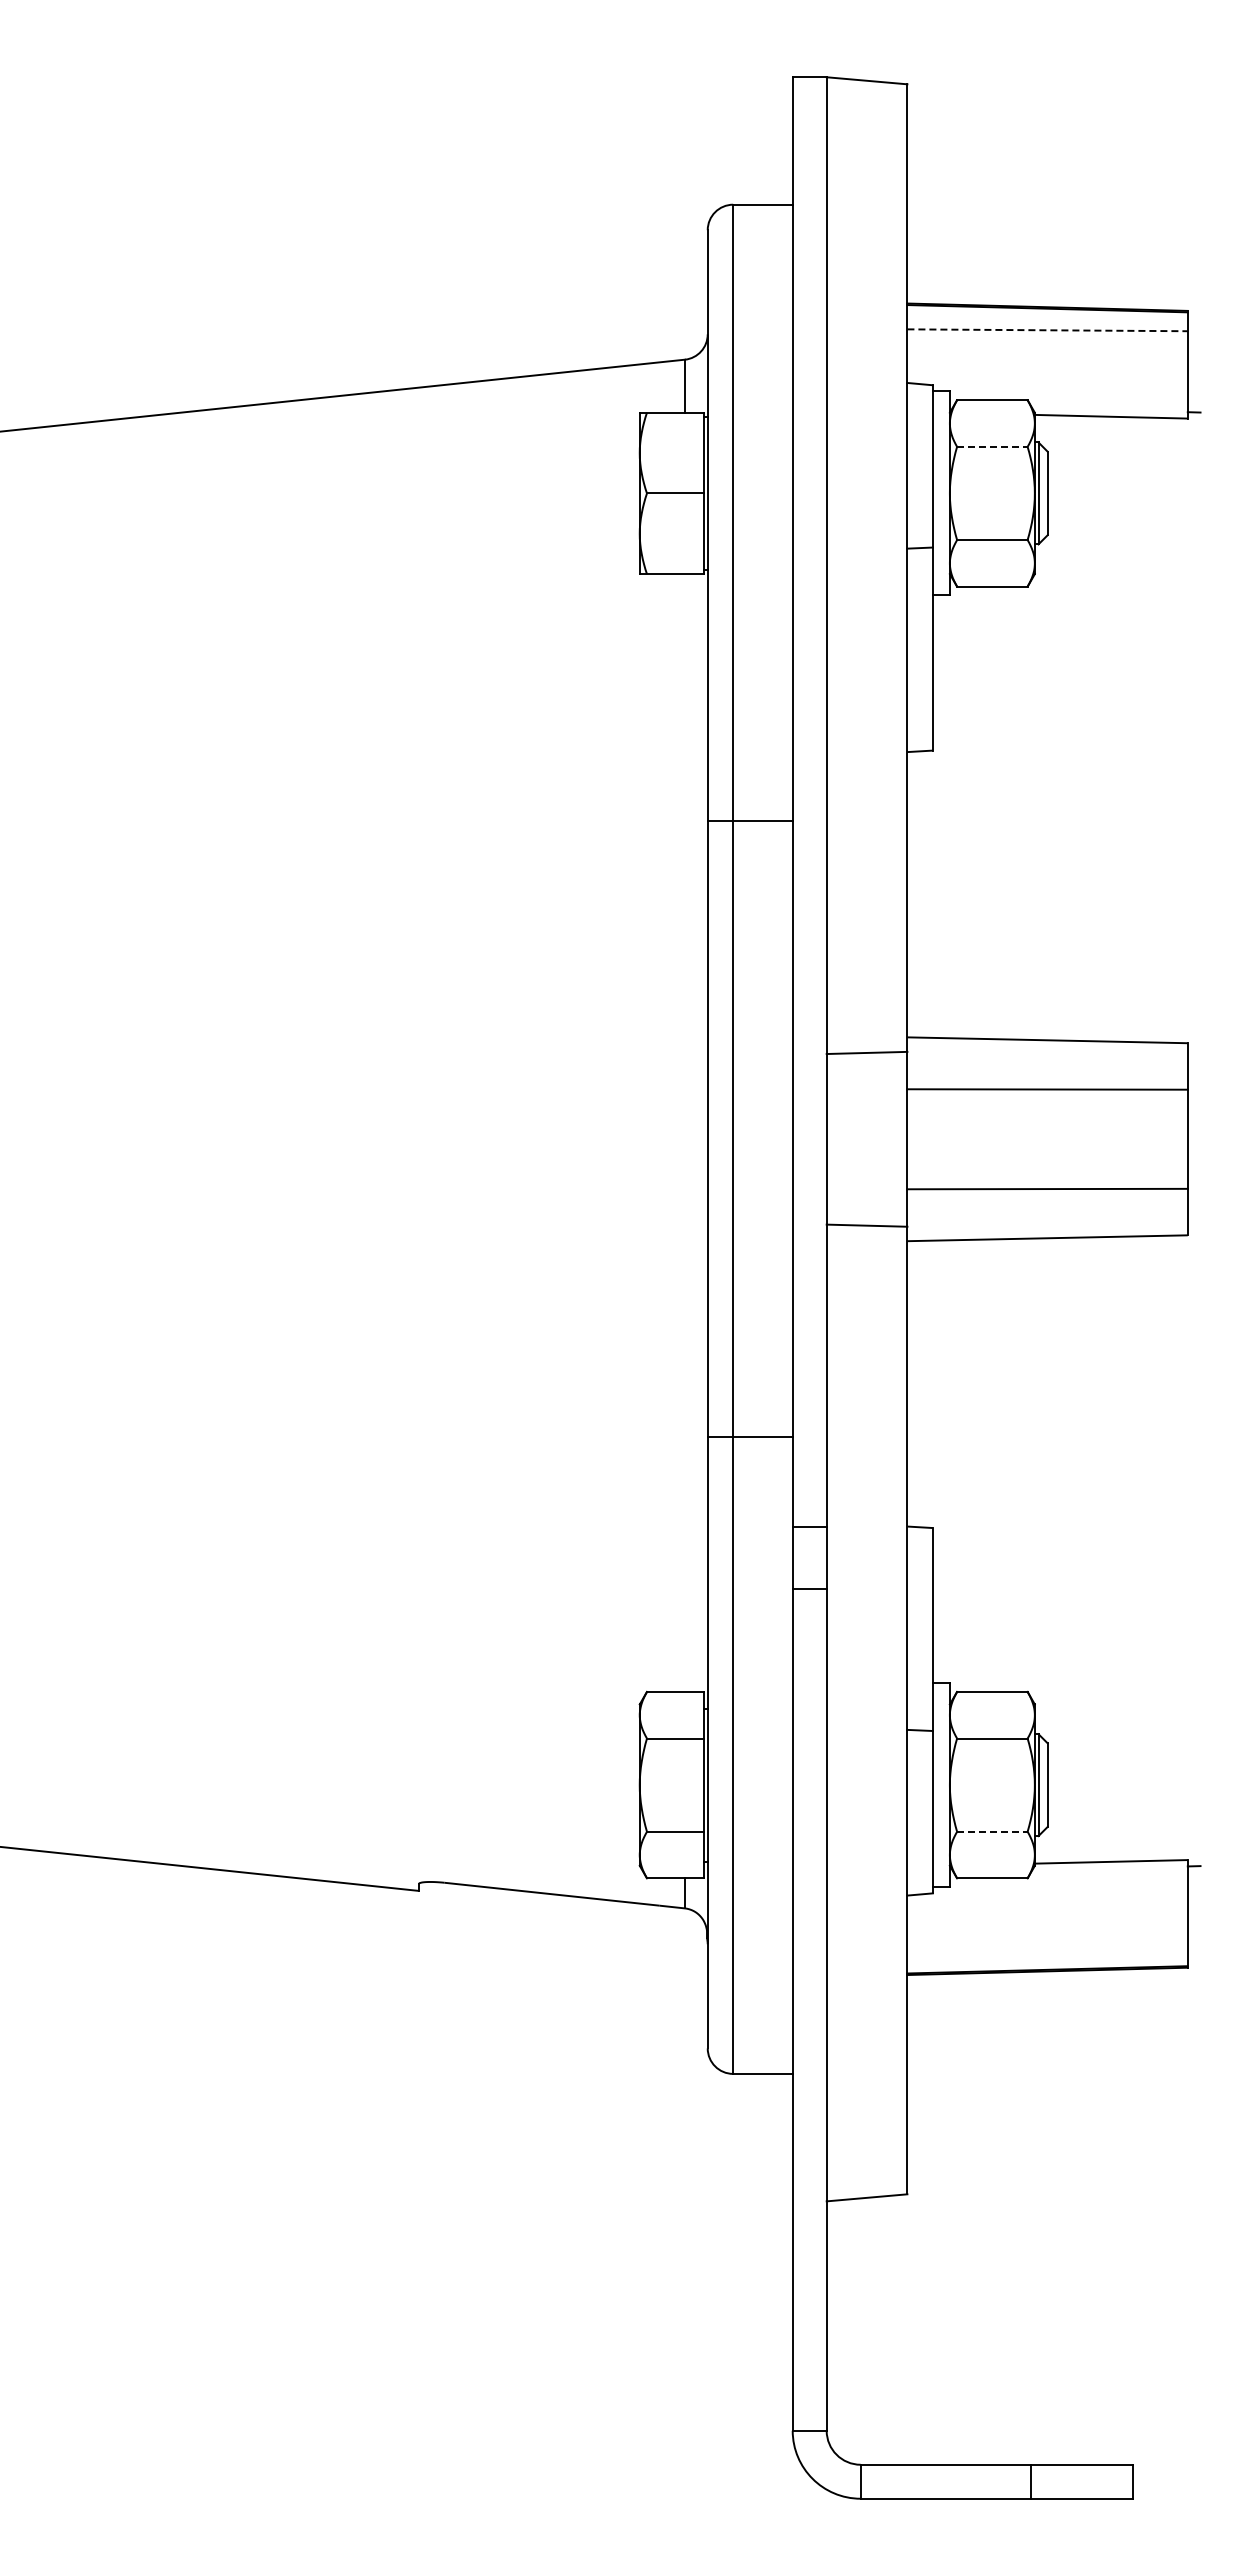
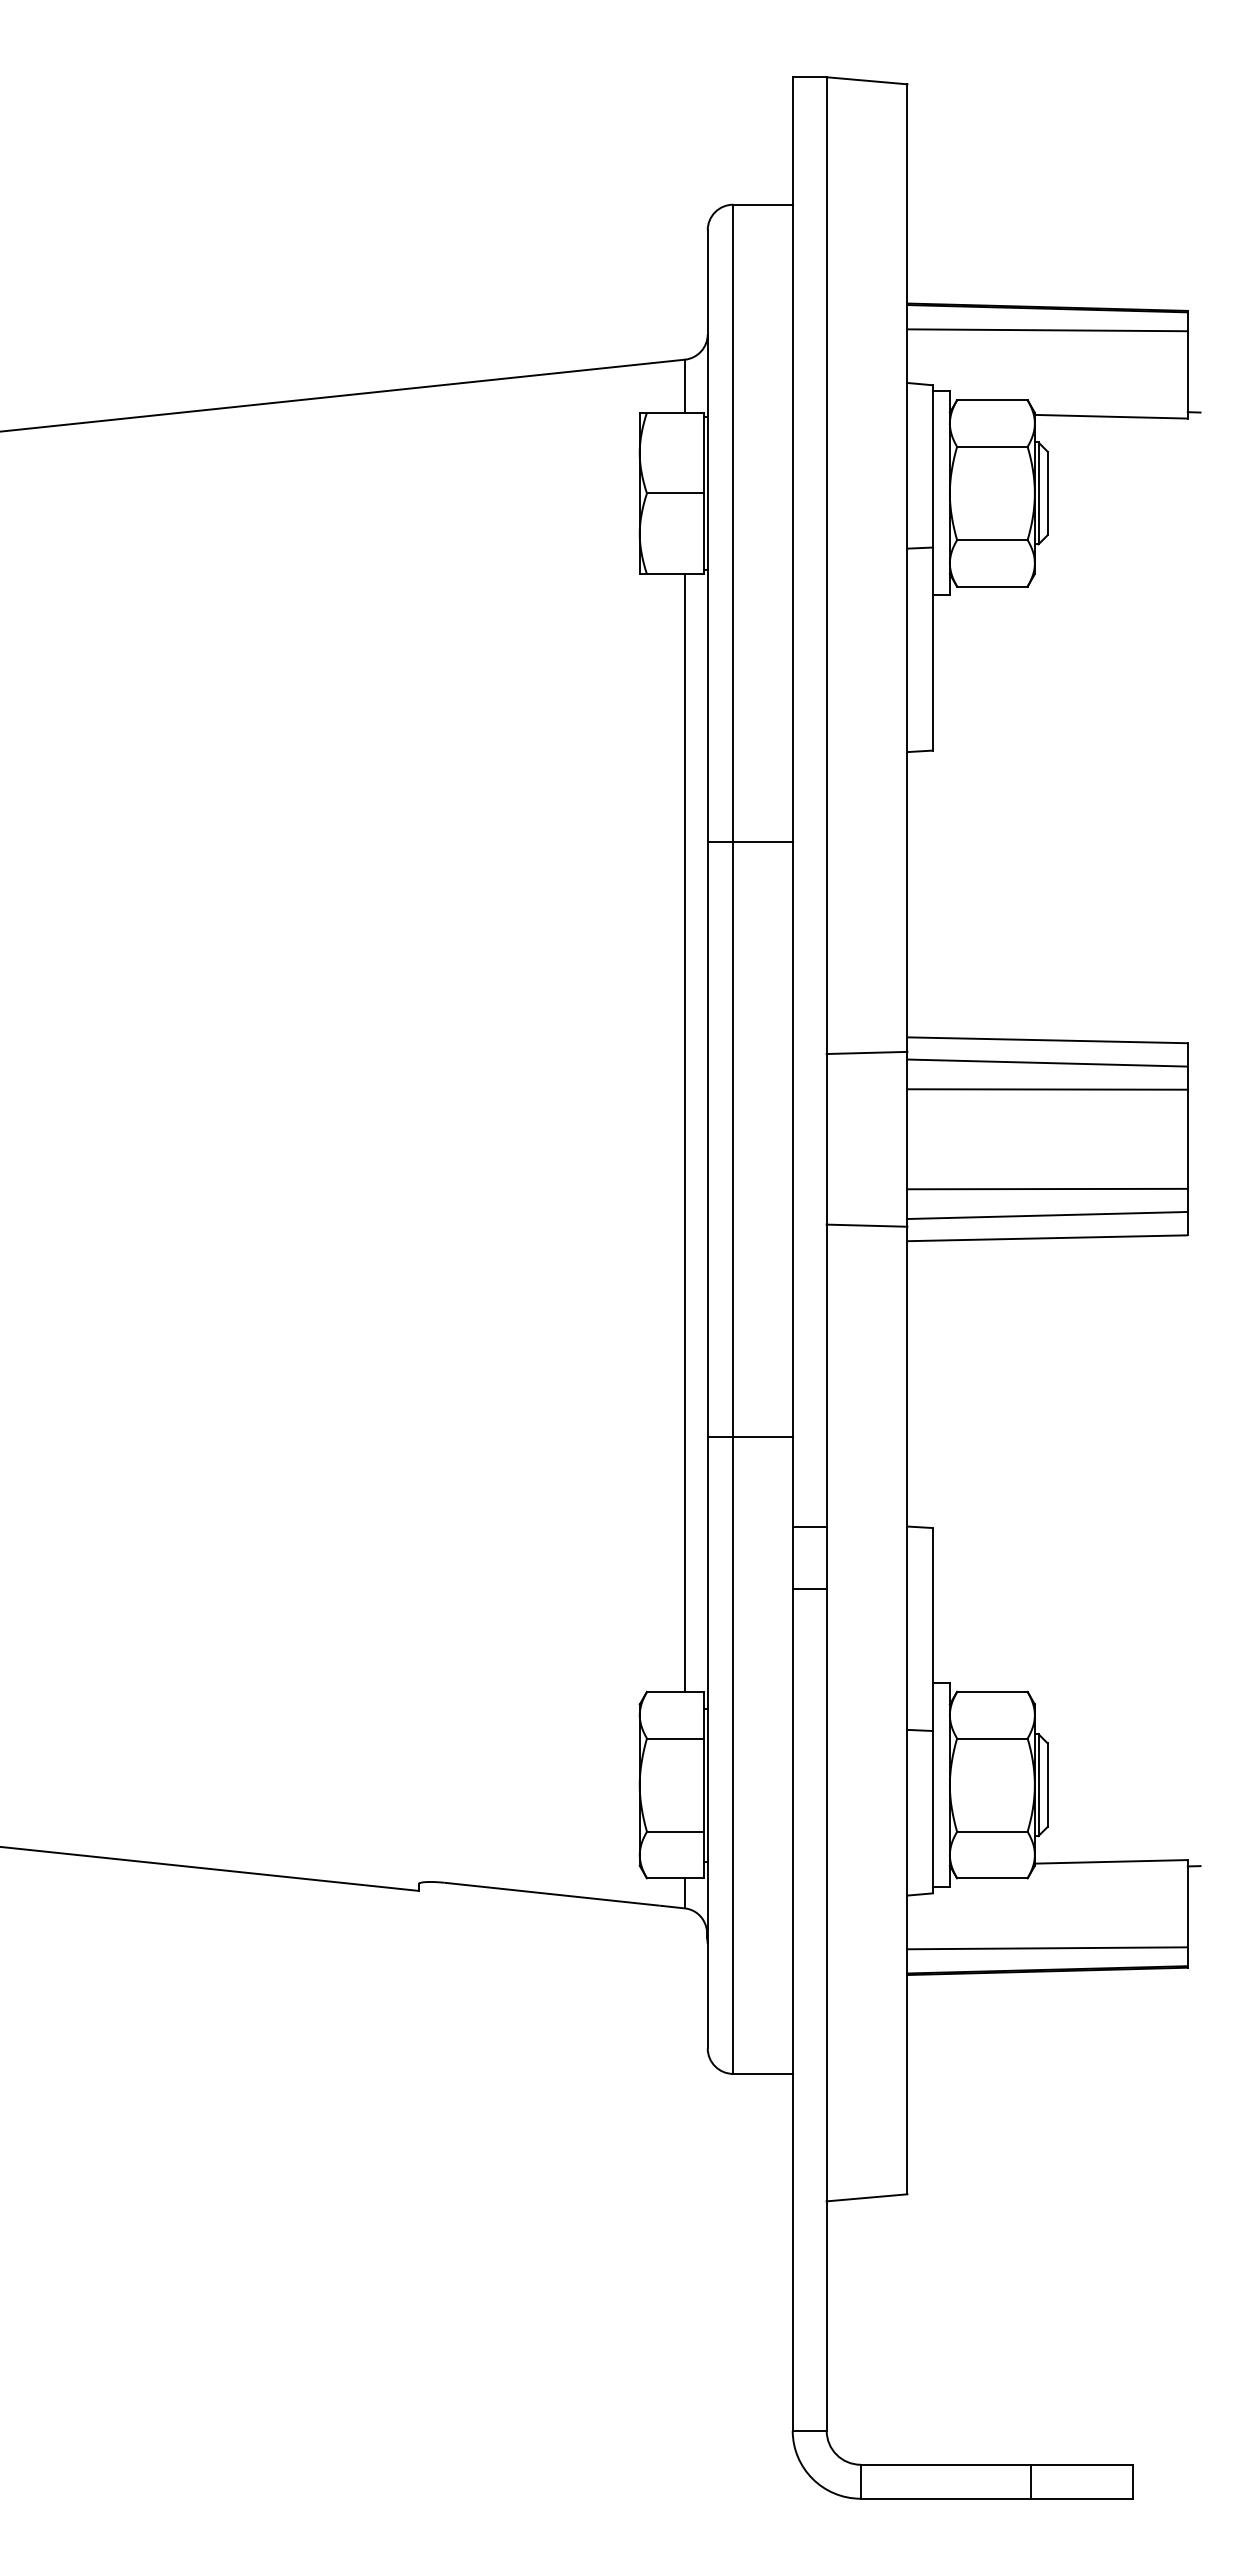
line at (1048, 330): dashed -> solid
line at (992, 446): dashed -> solid
line at (749, 820) position: (749, 820) -> (749, 841)
line at (1047, 1062): none -> present
line at (684, 1132): none -> present
line at (1047, 1215): none -> present
line at (992, 1831): dashed -> solid
line at (1047, 1948): none -> present
